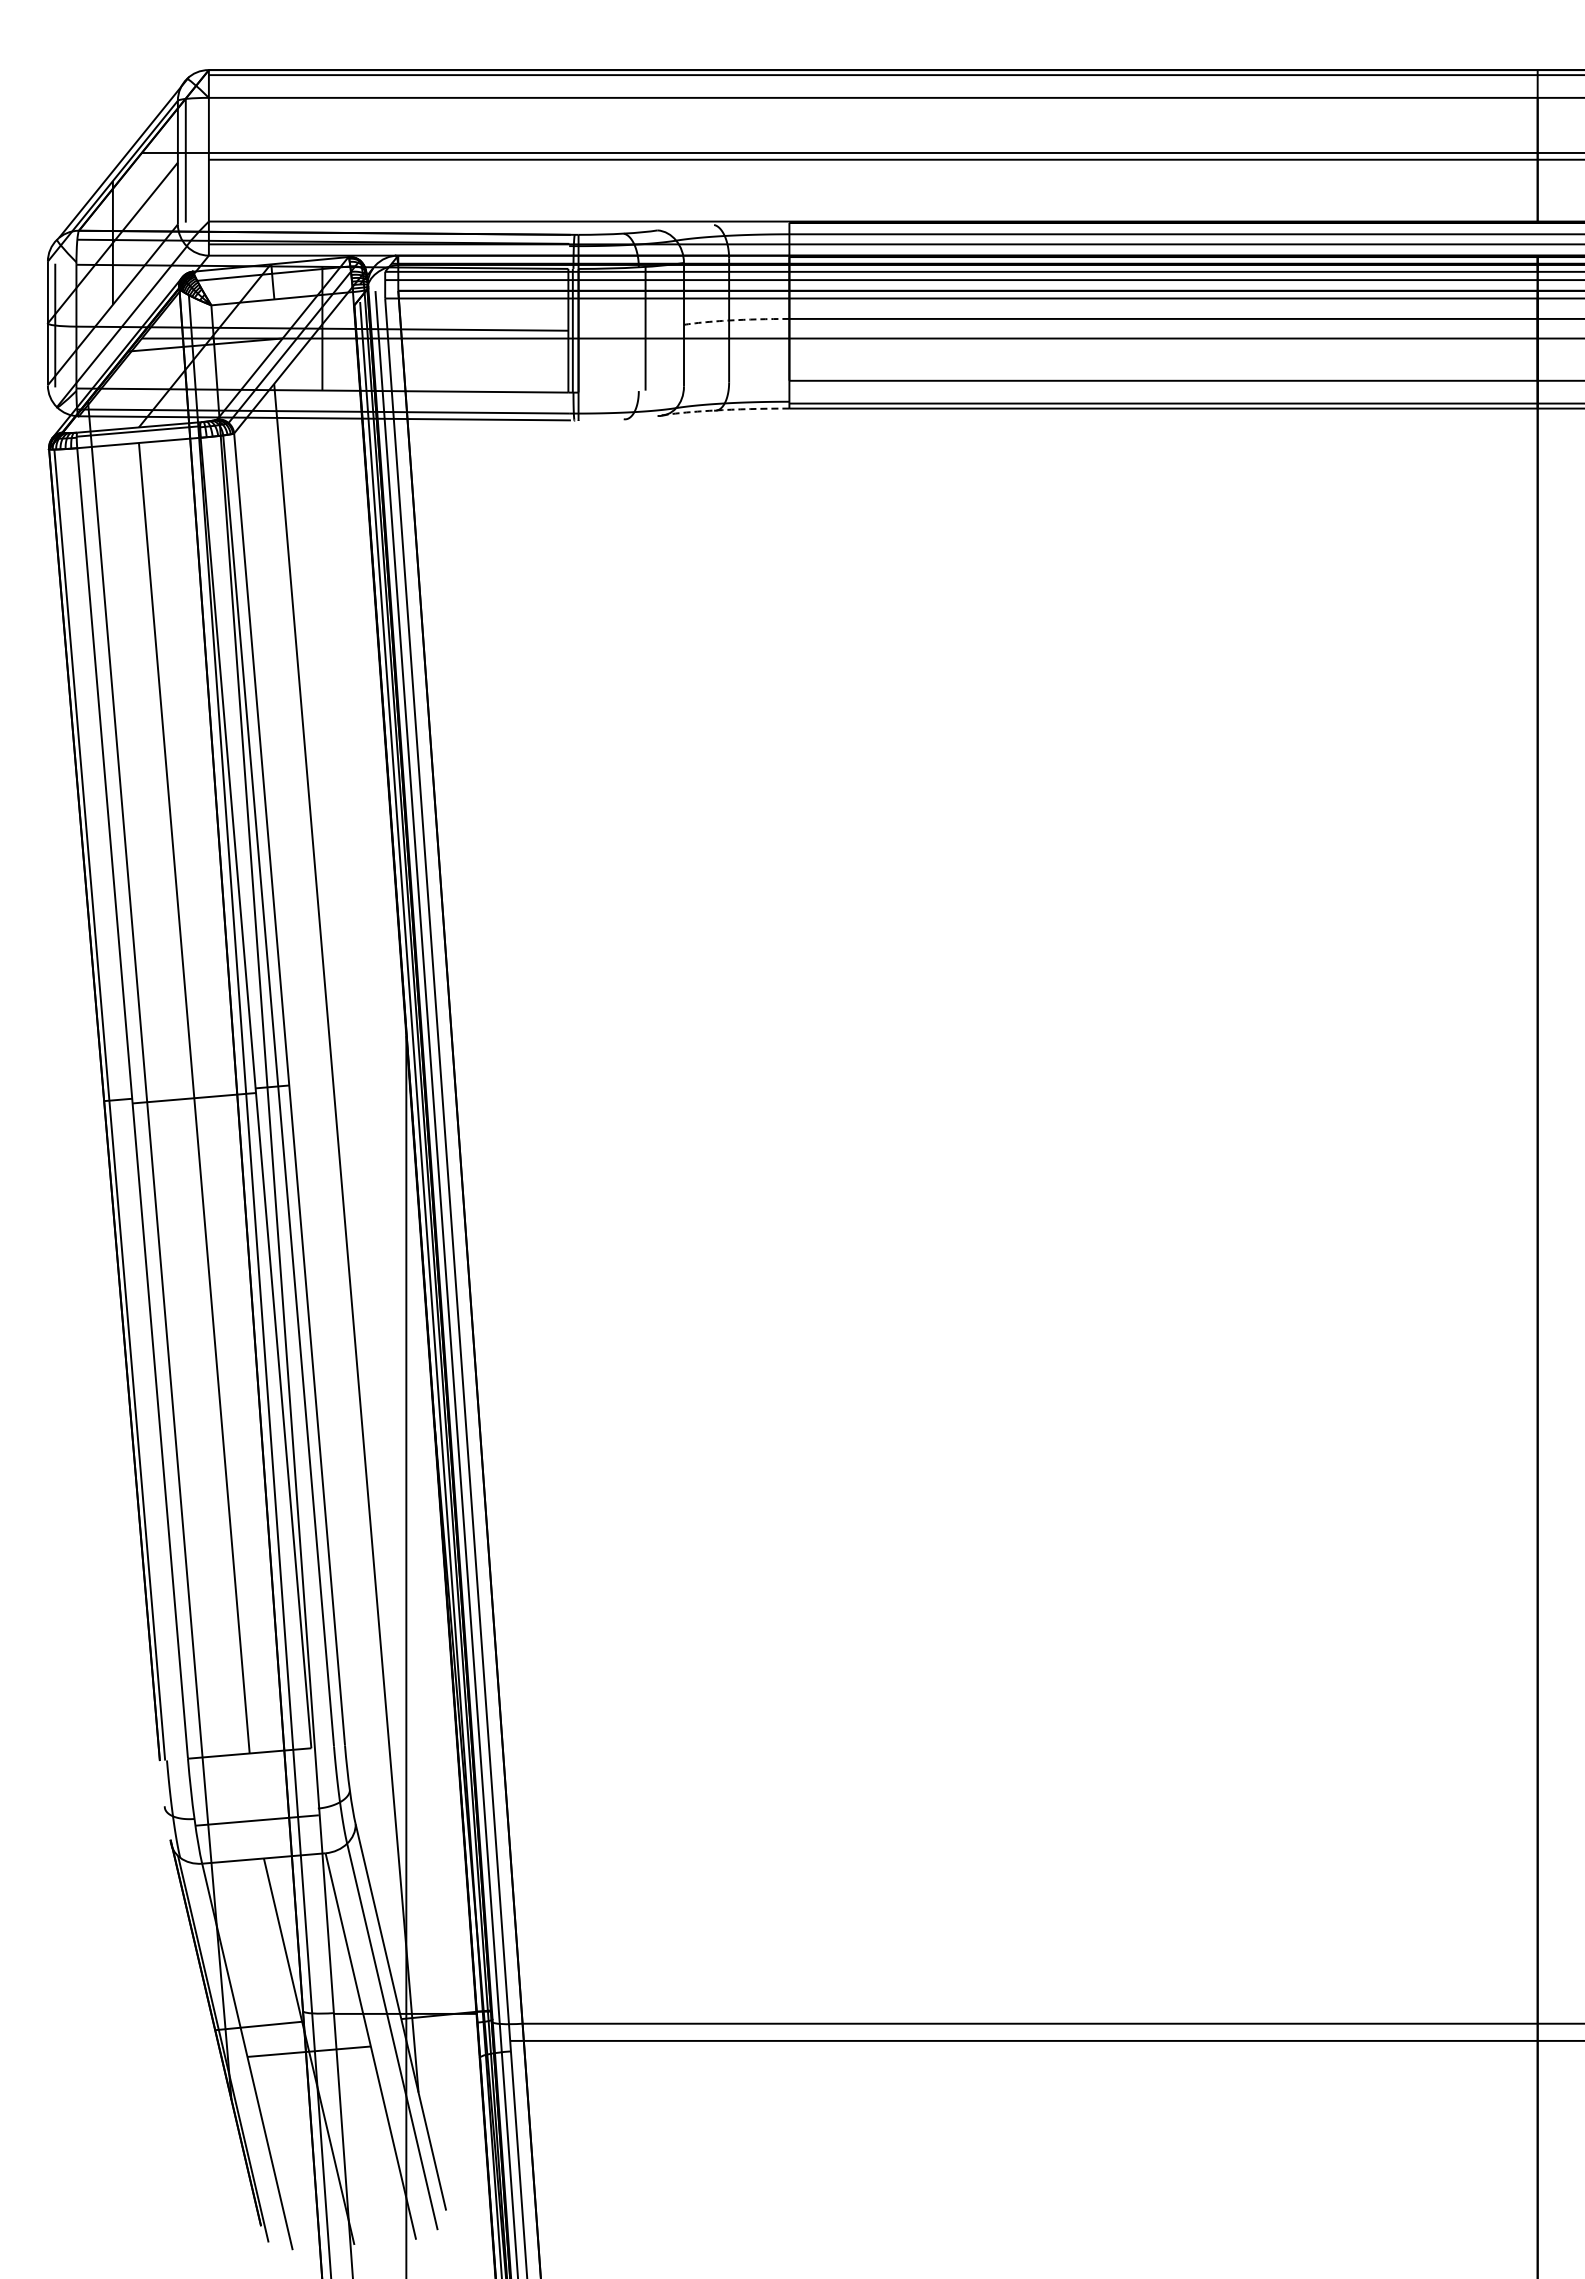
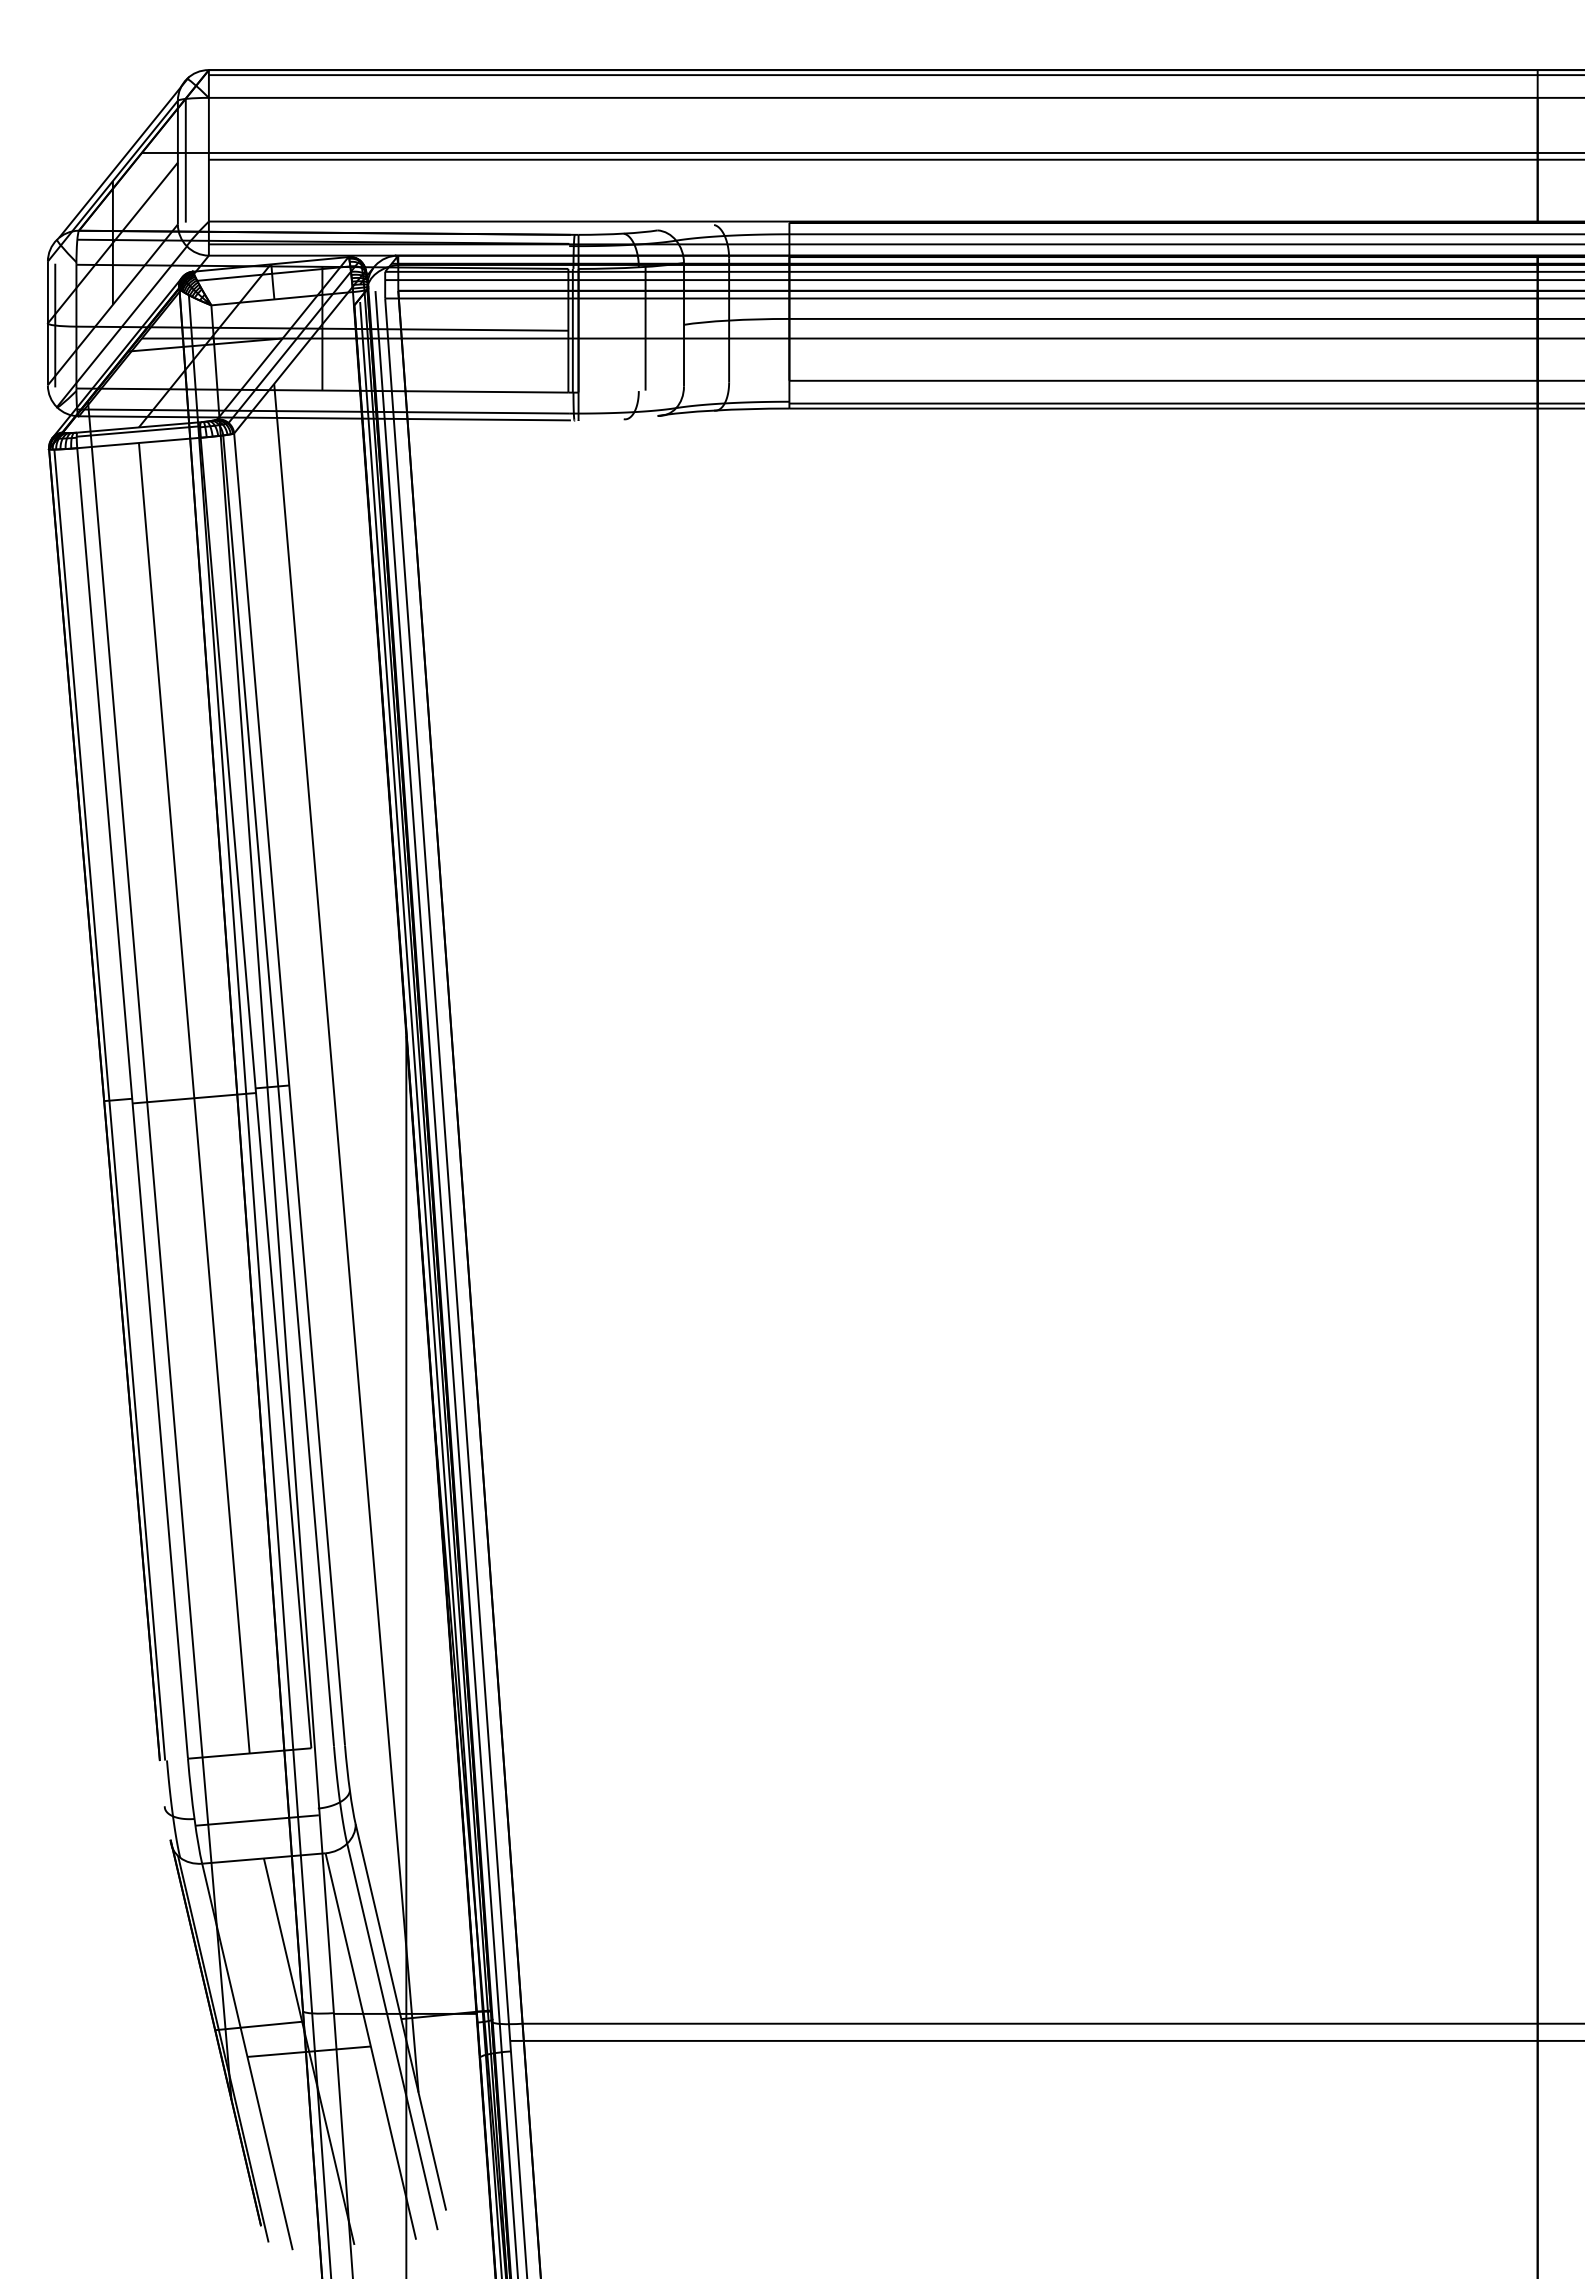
arc at (734, 320): dashed -> solid
arc at (720, 410): dashed -> solid
